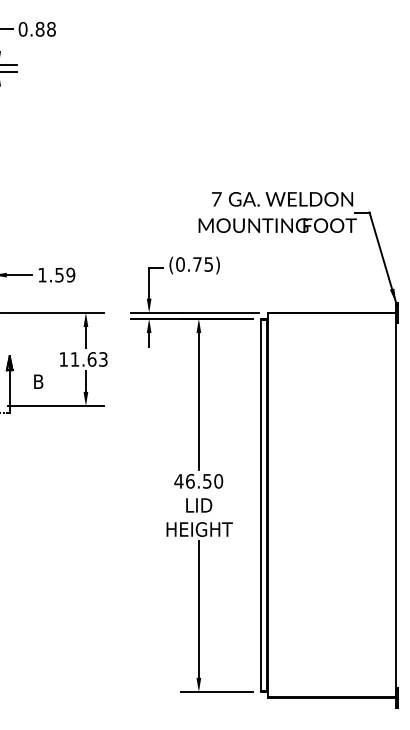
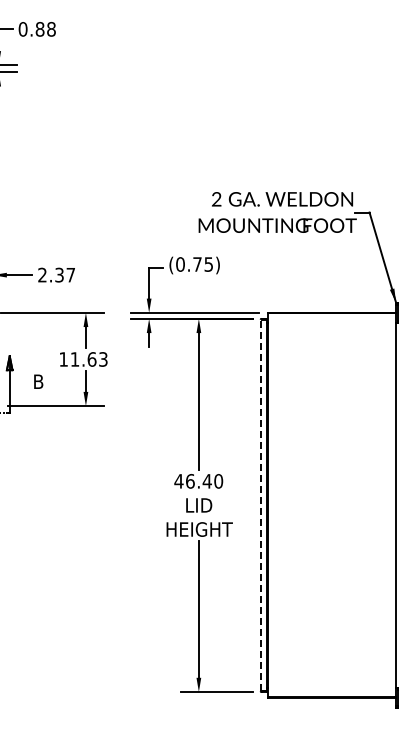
text at (216, 199): 7 -> 2
text at (56, 274): 1.59 -> 2.37
text at (206, 481): 46.50 -> 46.40
line at (260, 505): solid -> dashed
